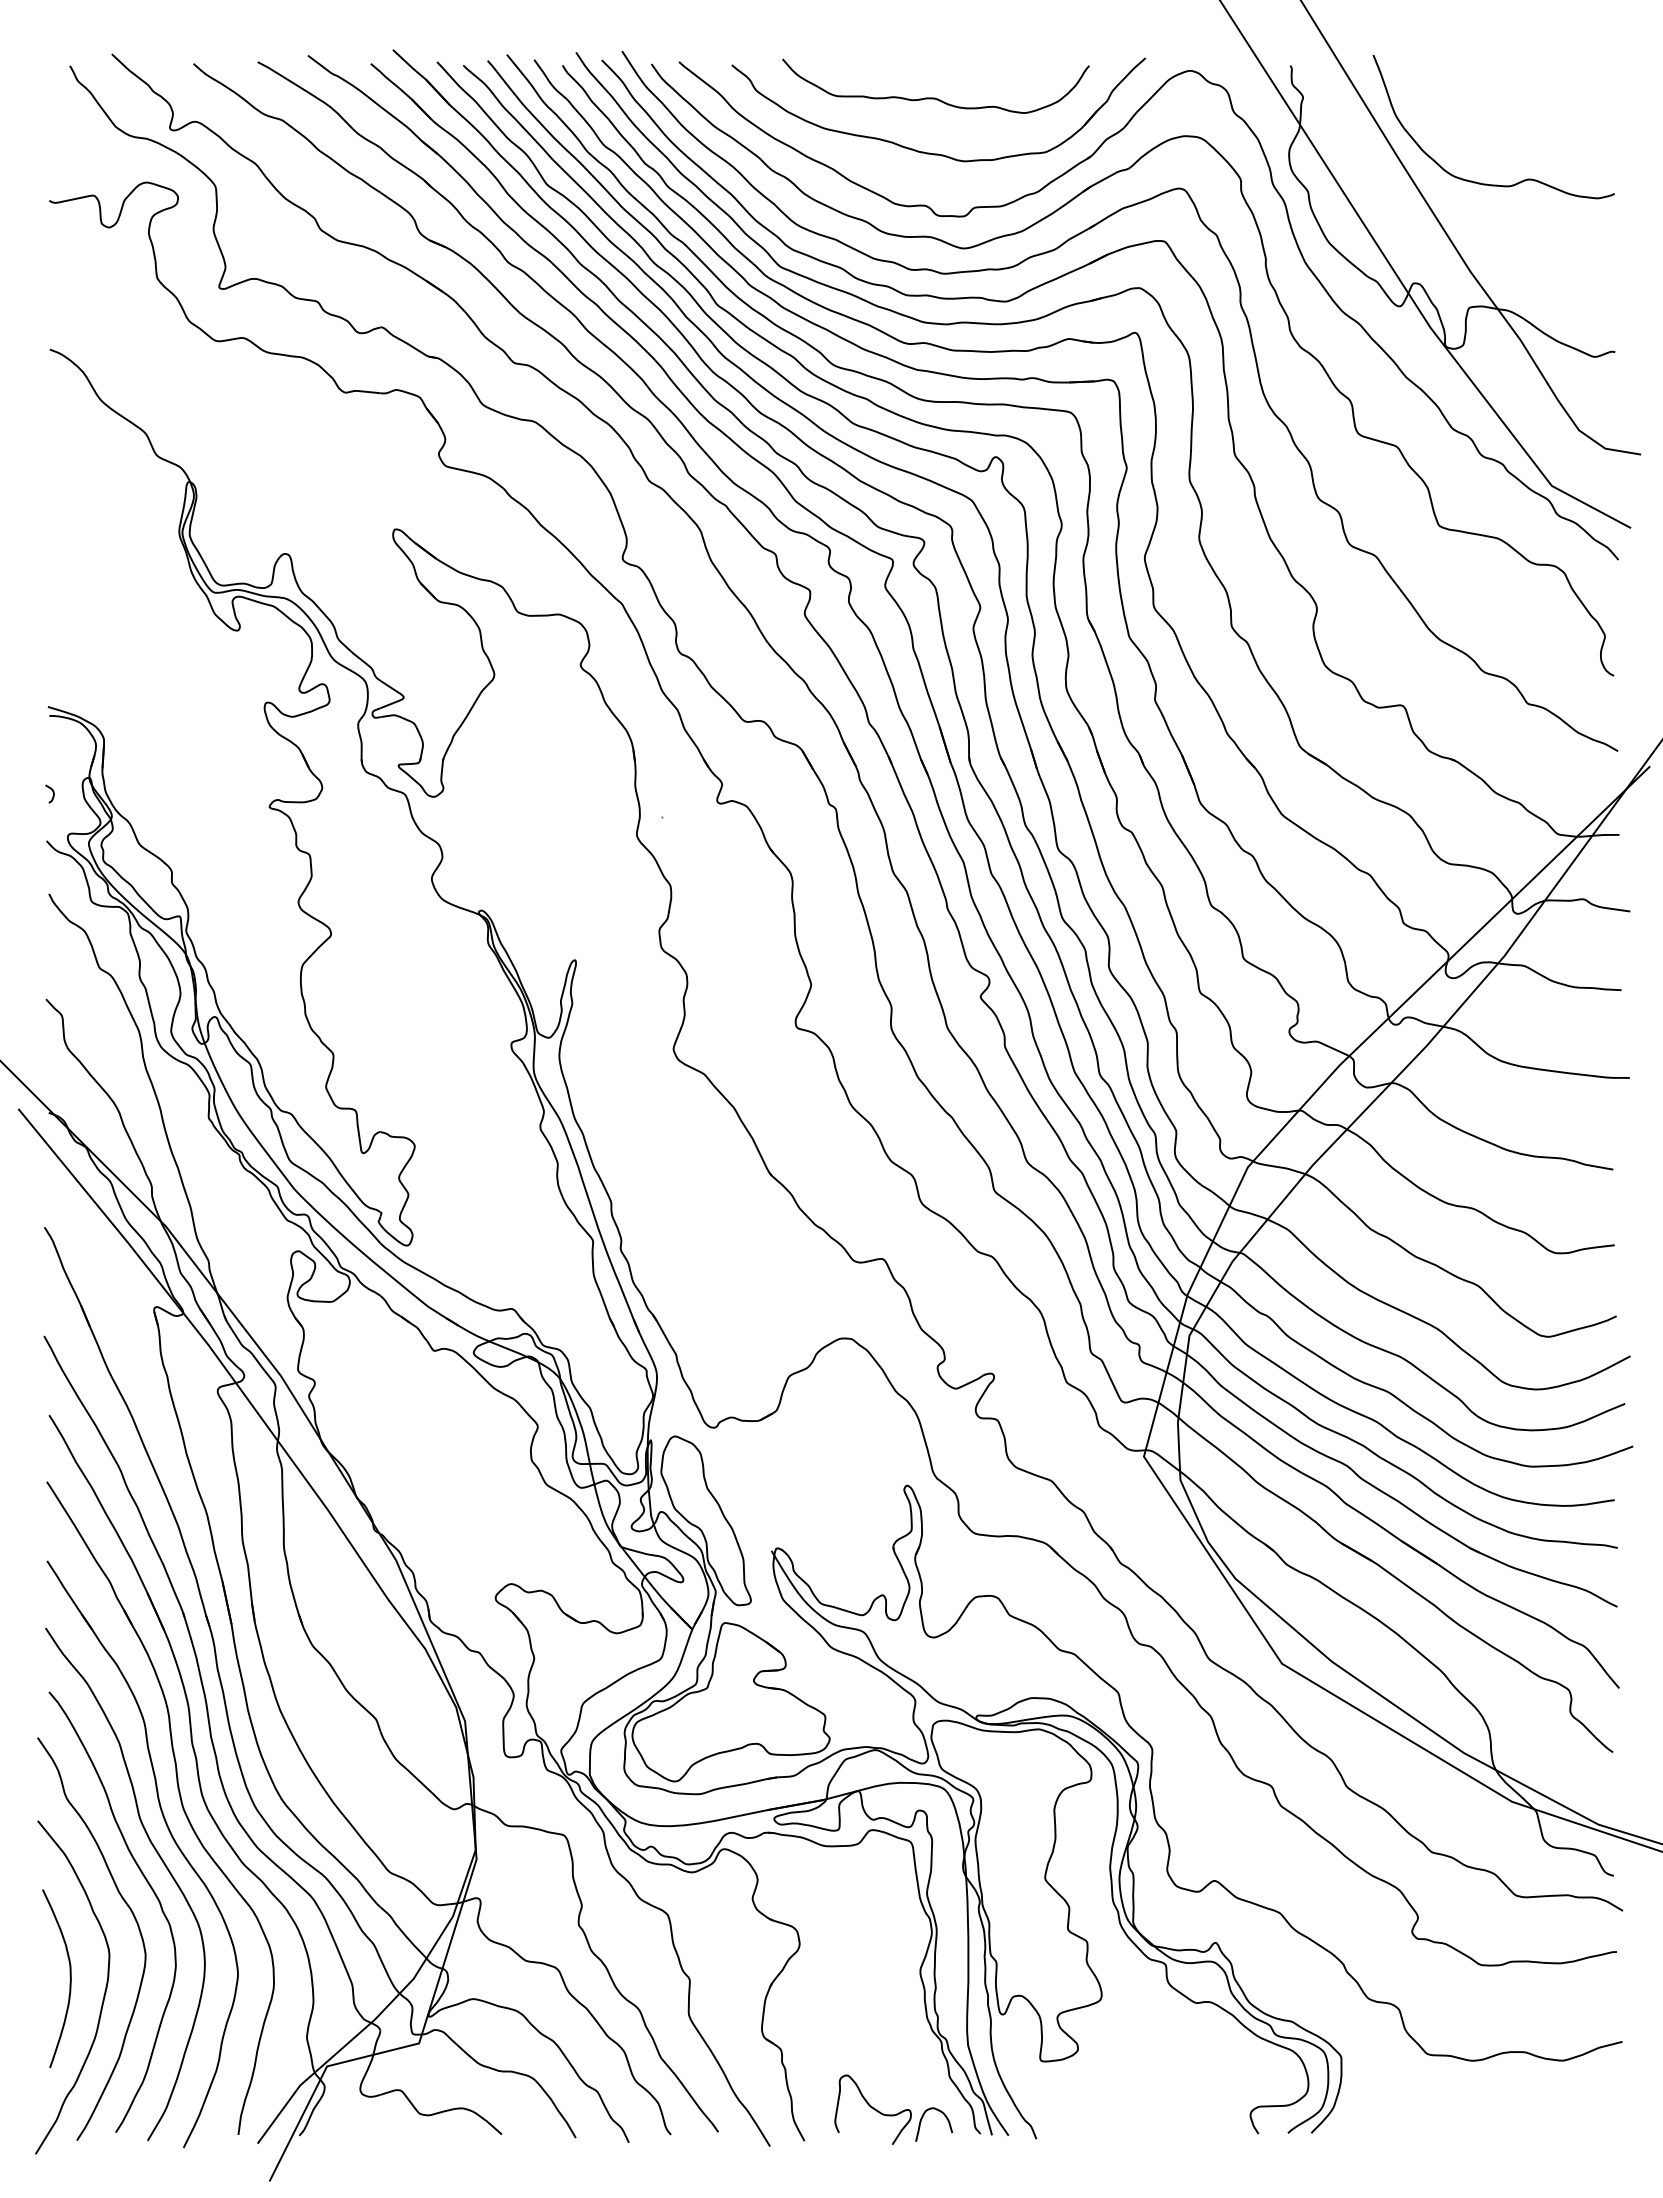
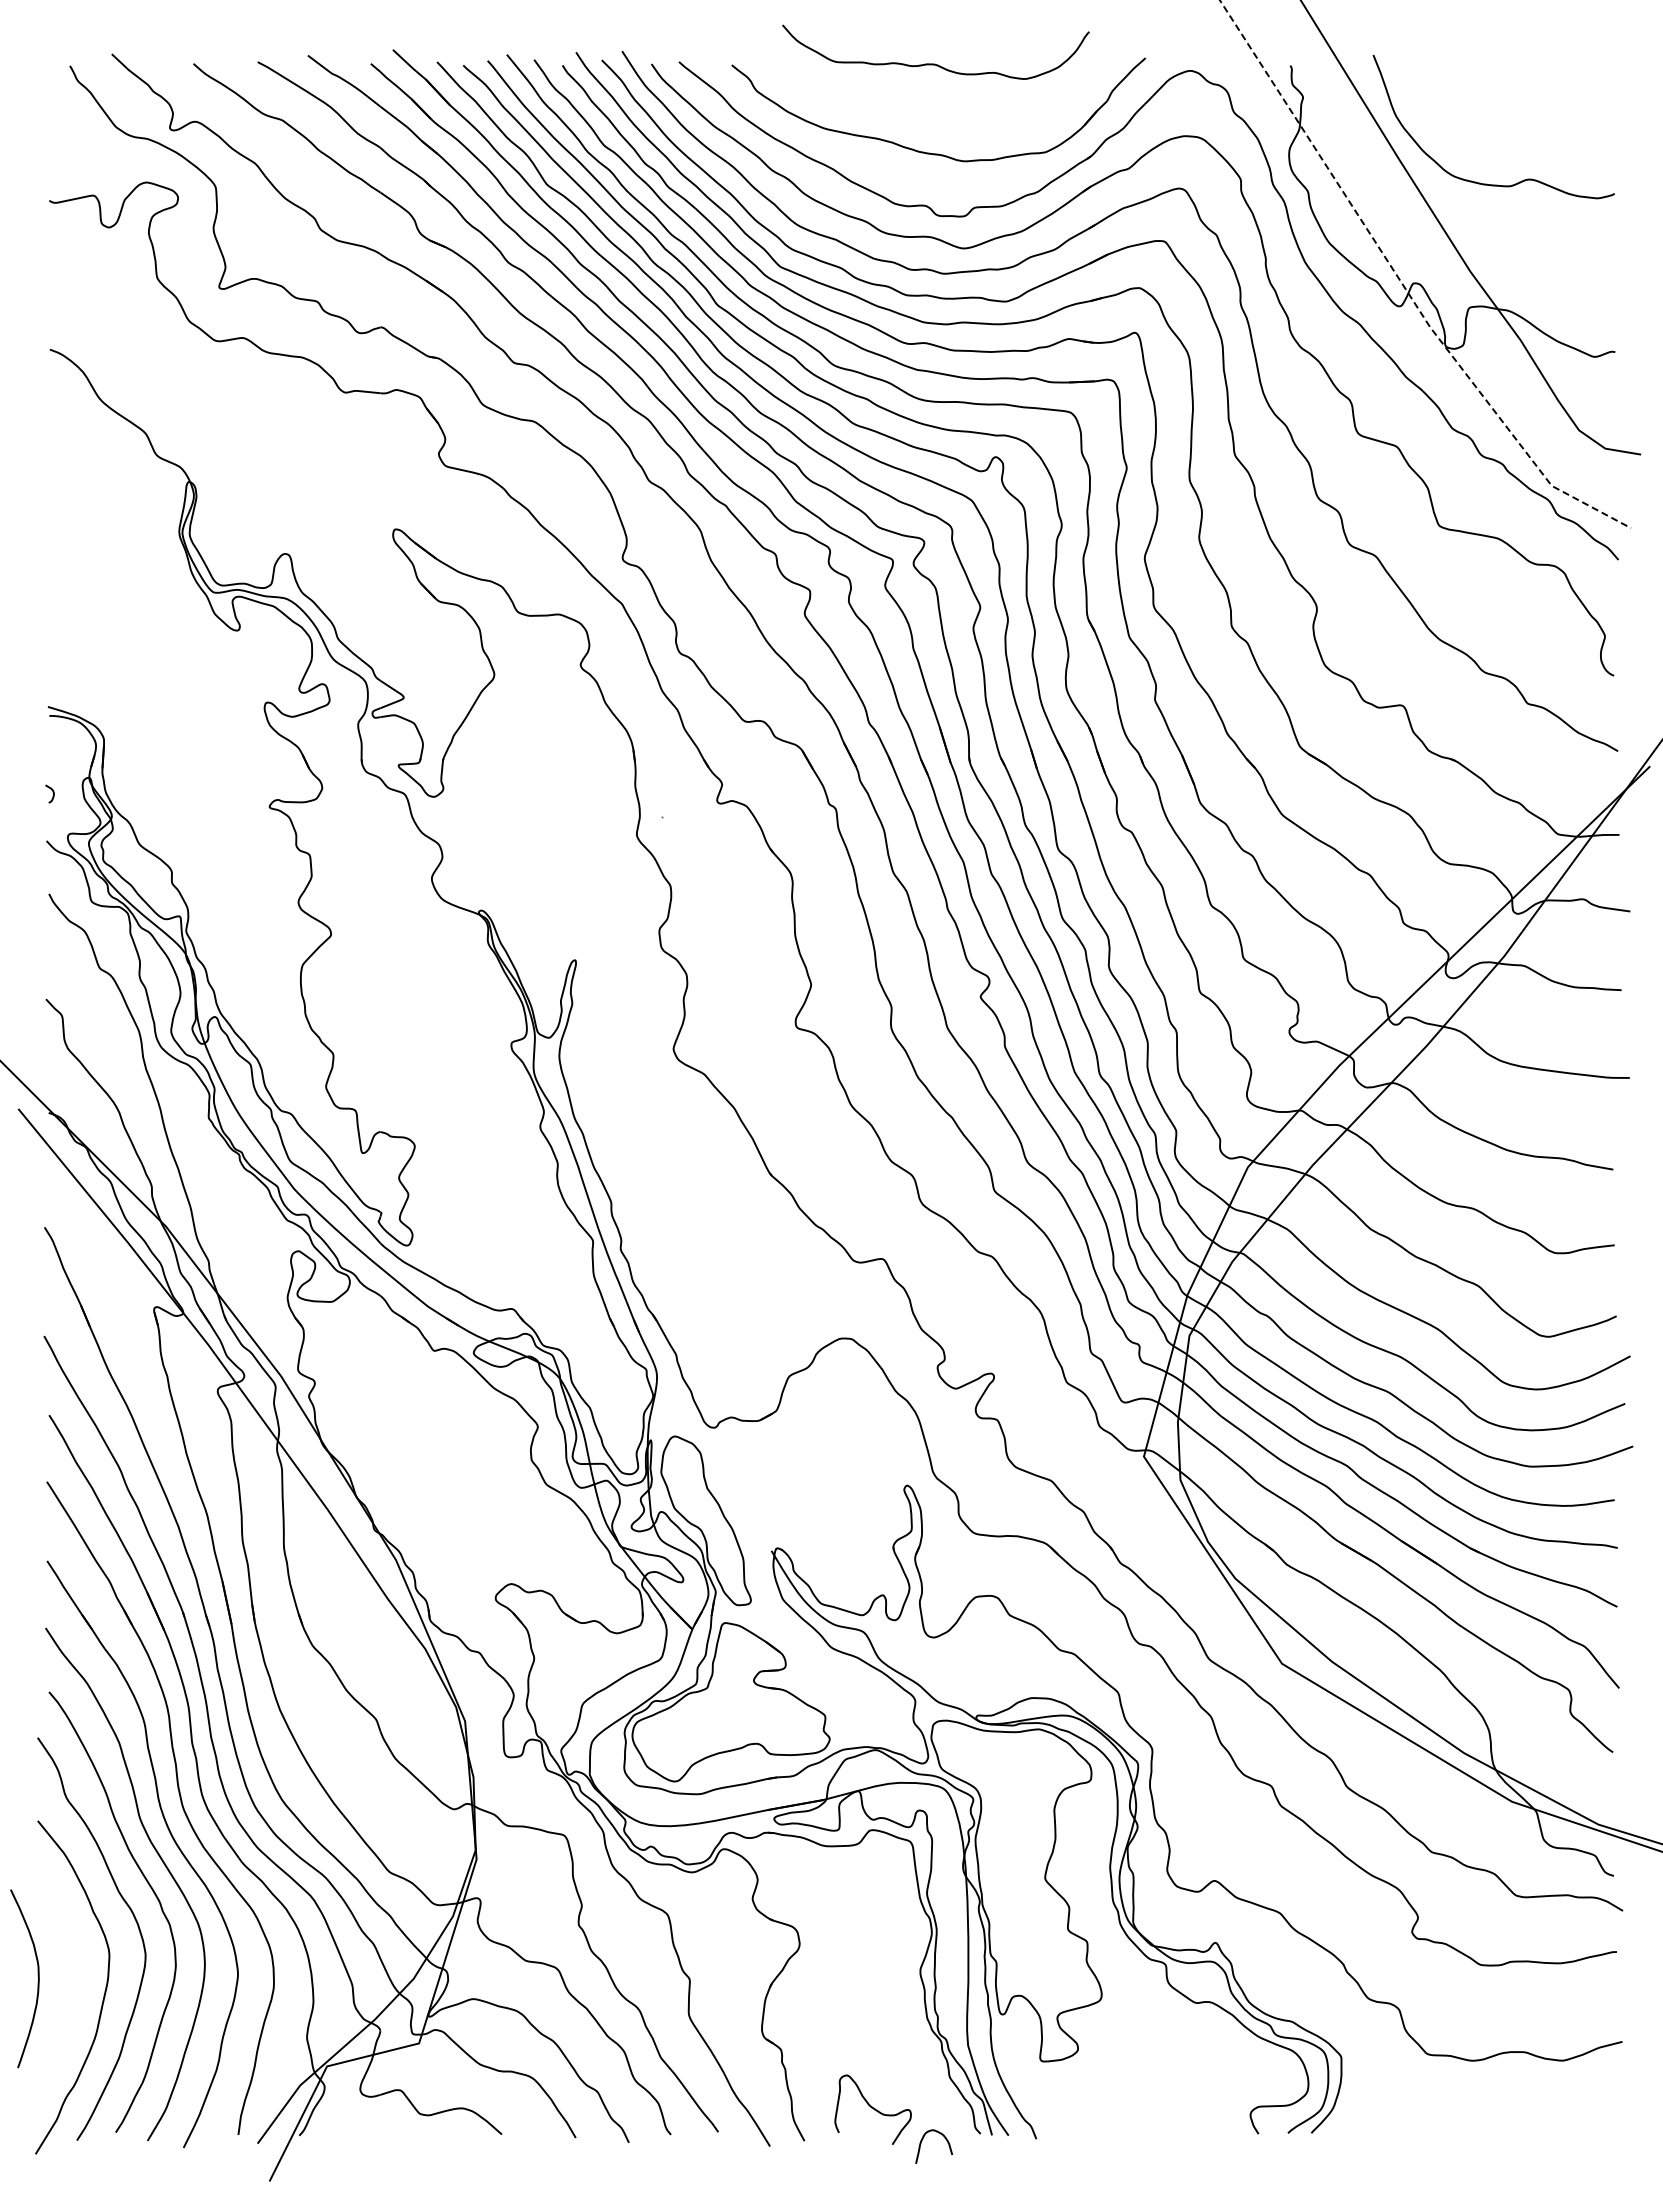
curve at (935, 97) position: (935, 97) -> (935, 63)
line at (1404, 287): solid -> dashed
curve at (69, 1976) position: (69, 1976) -> (37, 1976)
curve at (944, 2116) position: (944, 2116) -> (944, 2138)
